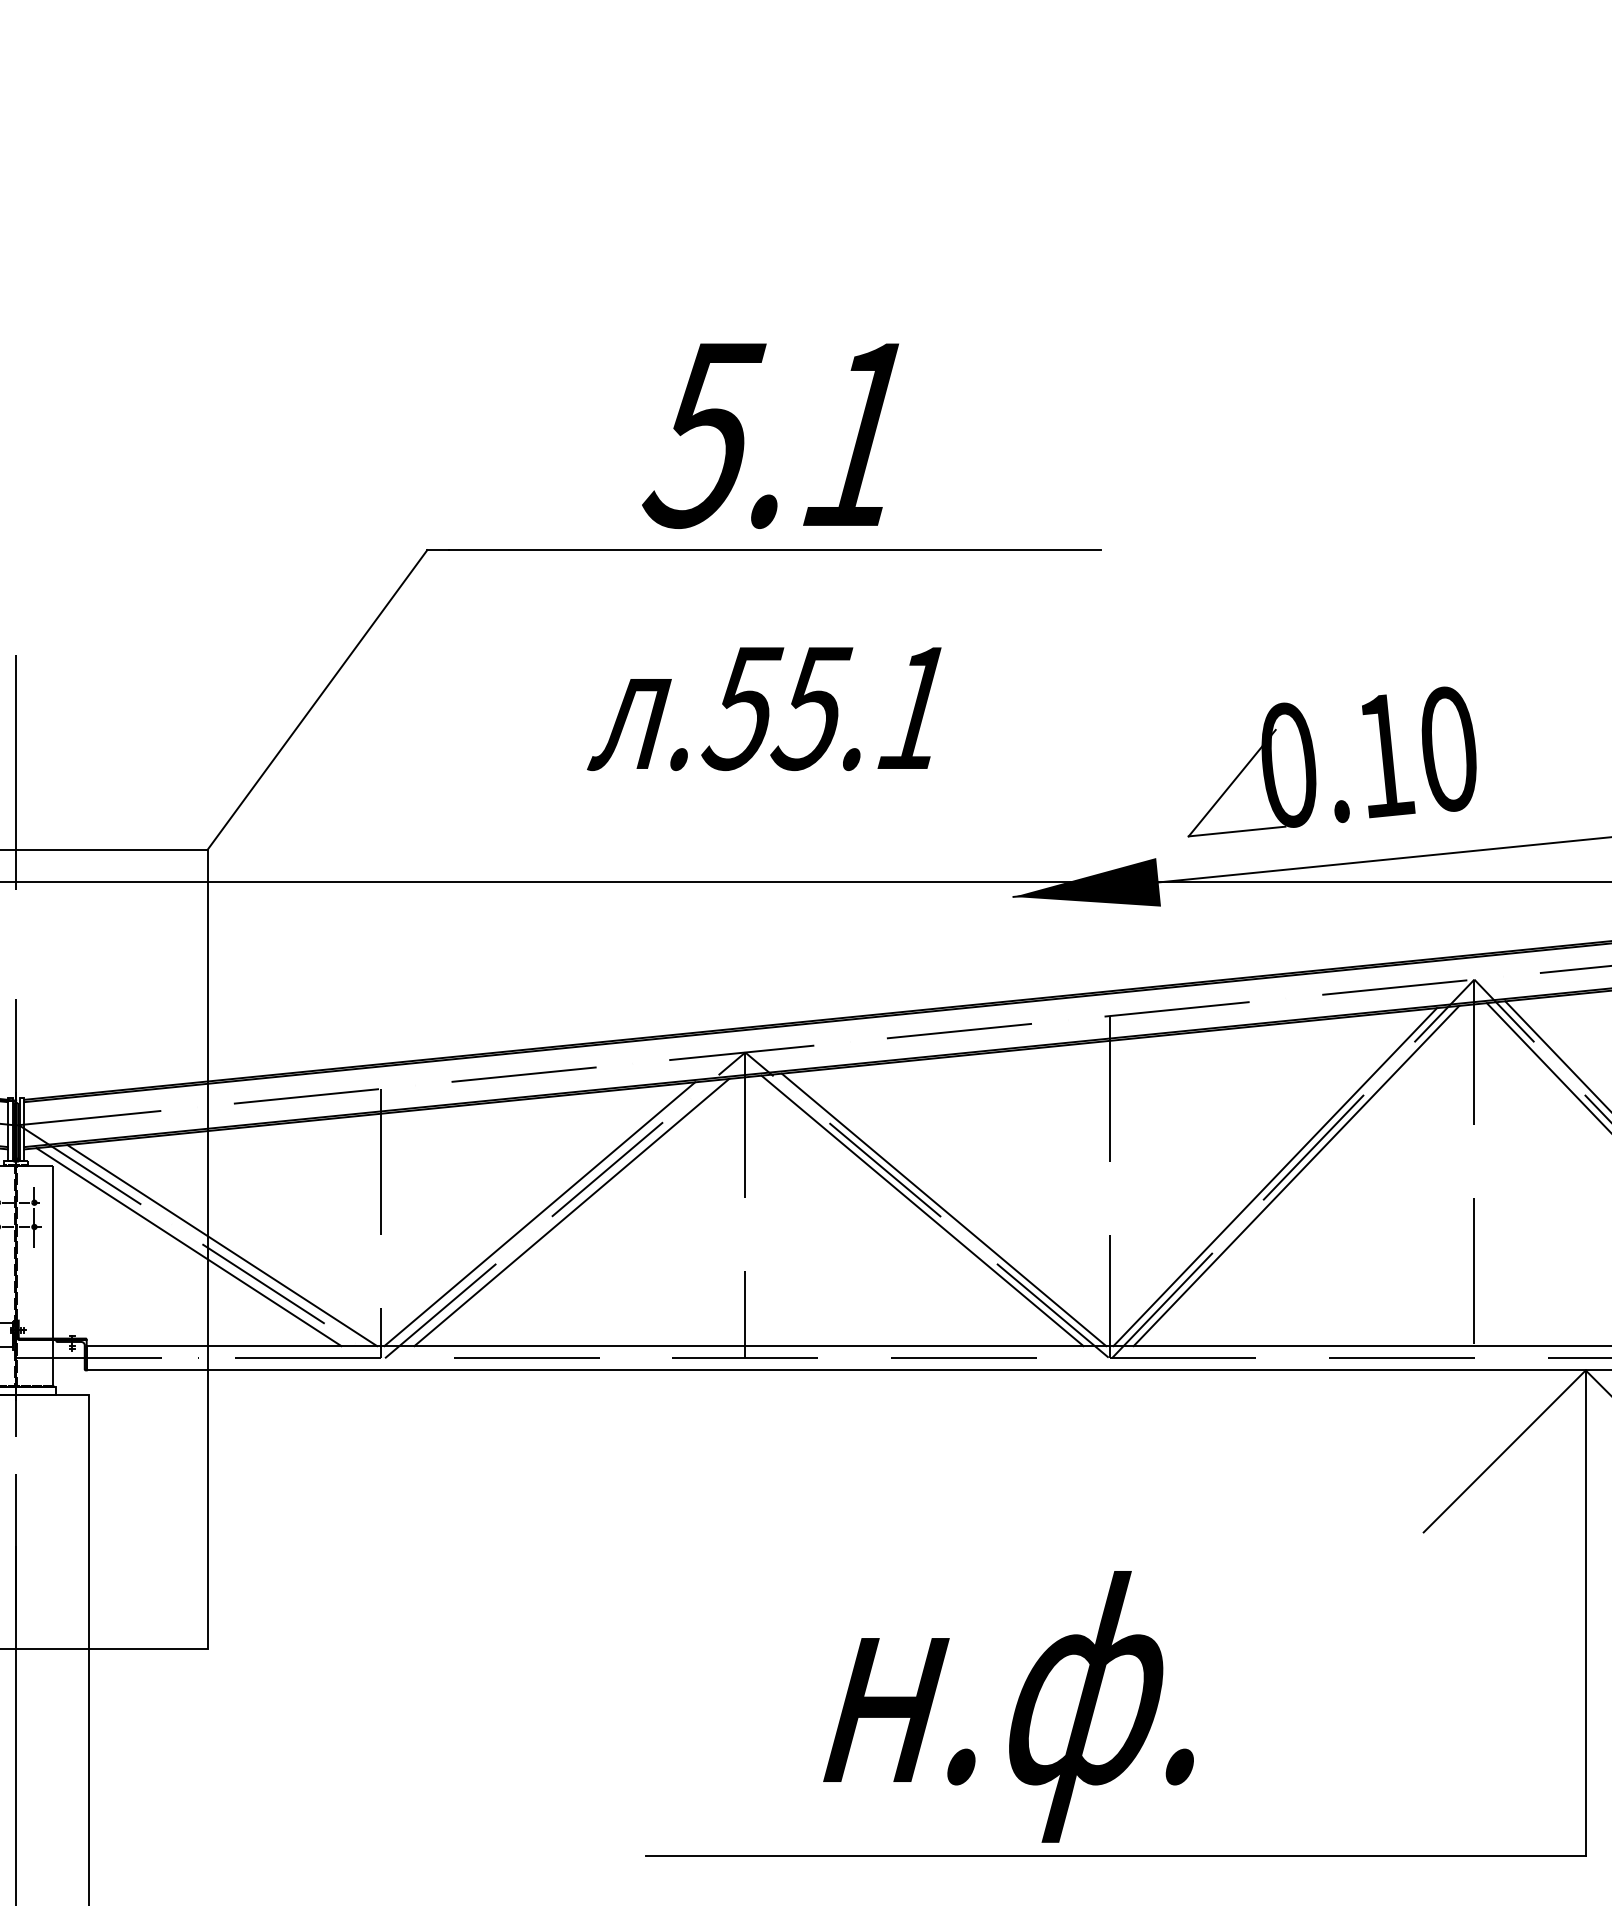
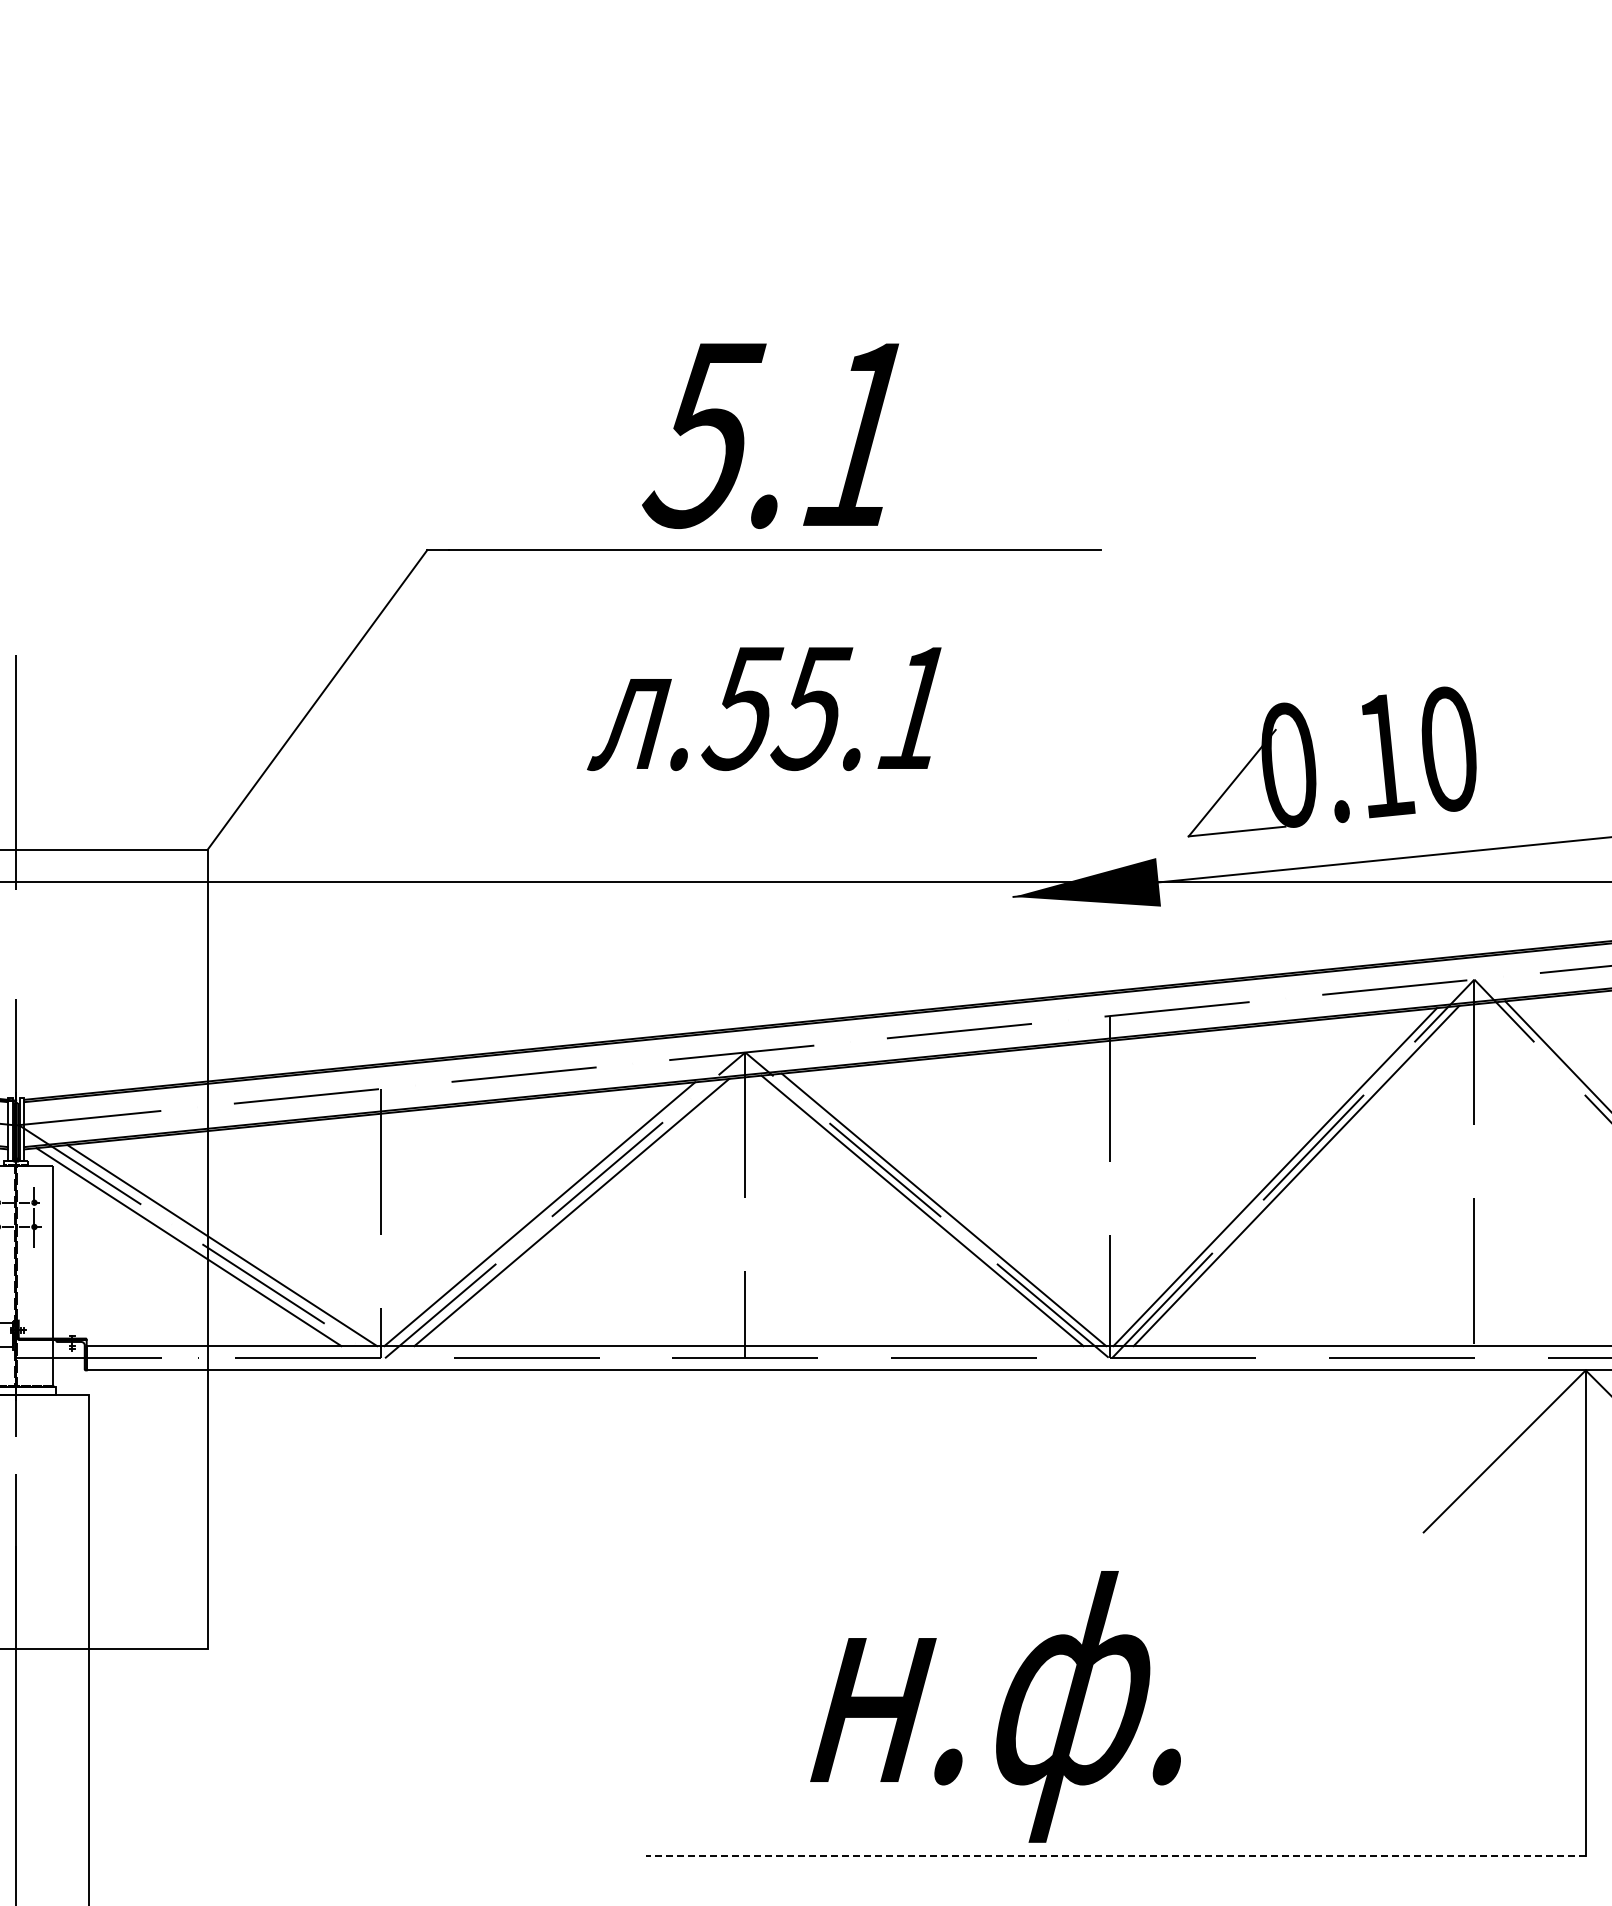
line at (1547, 1066): present -> none
text at (1008, 1706) position: (1008, 1706) -> (995, 1706)
line at (1115, 1856): solid -> dashed
